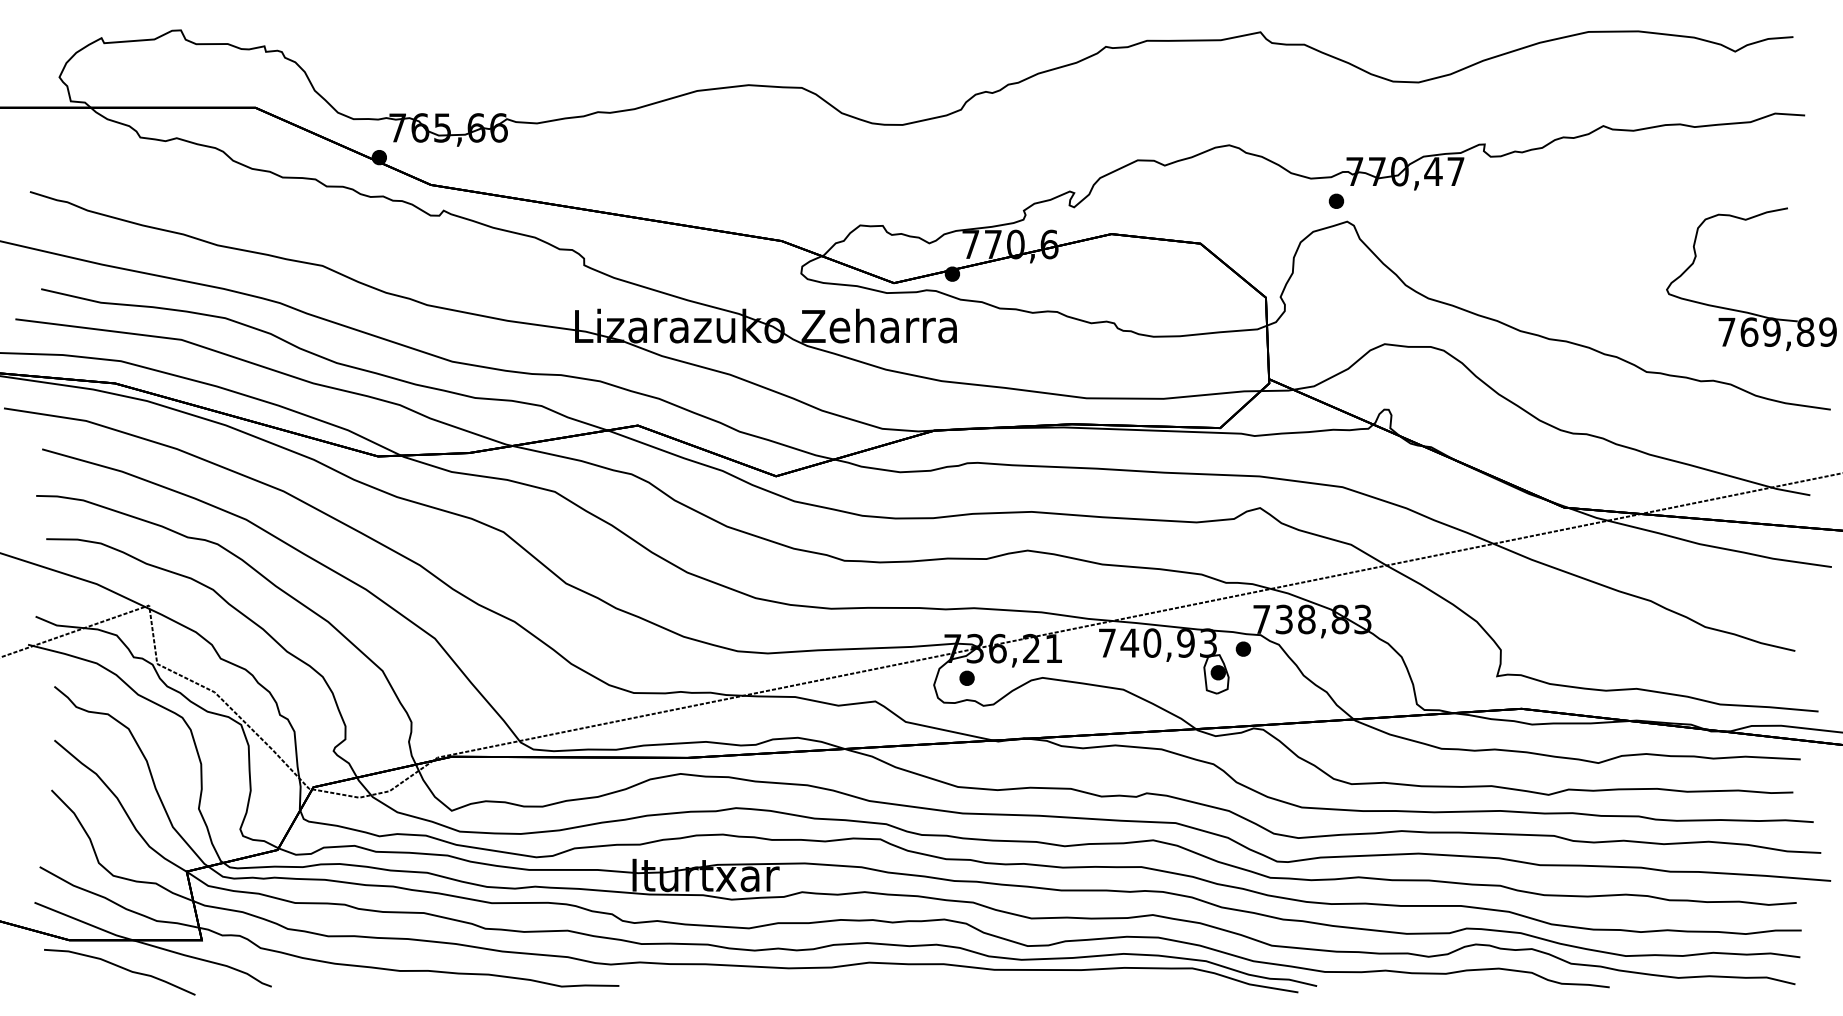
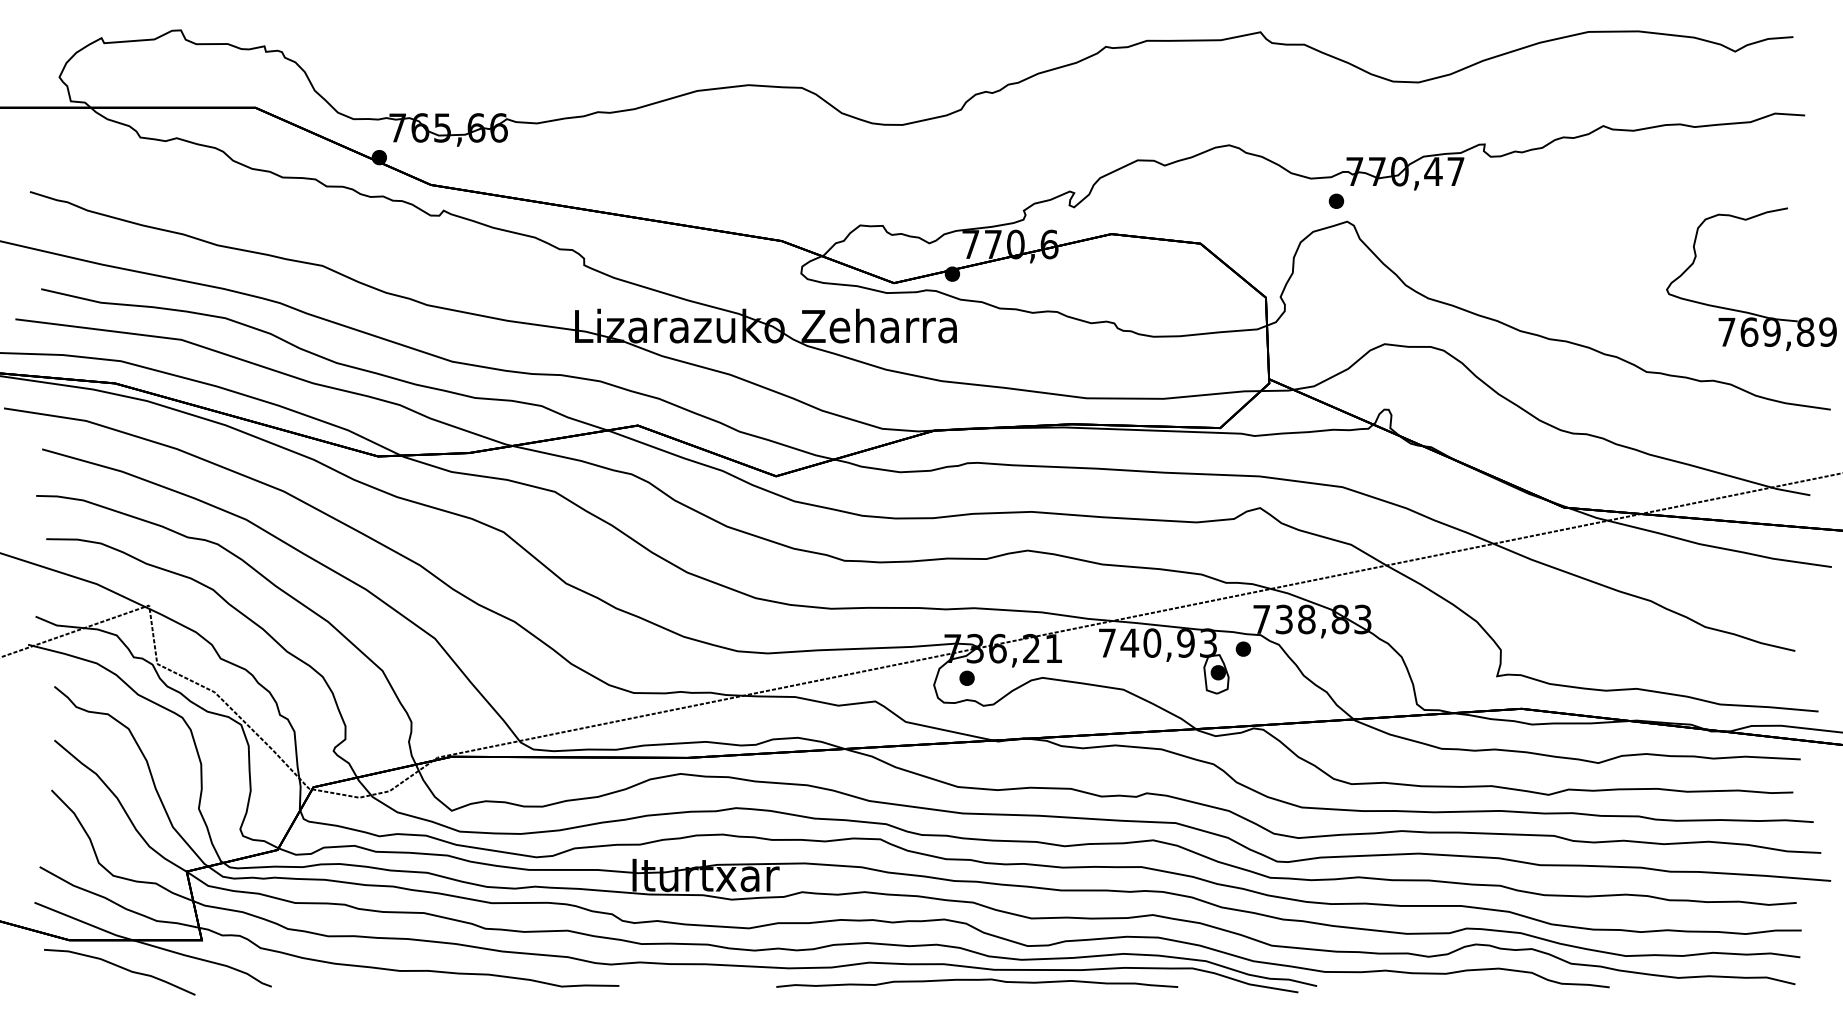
curve at (977, 980): none -> present
